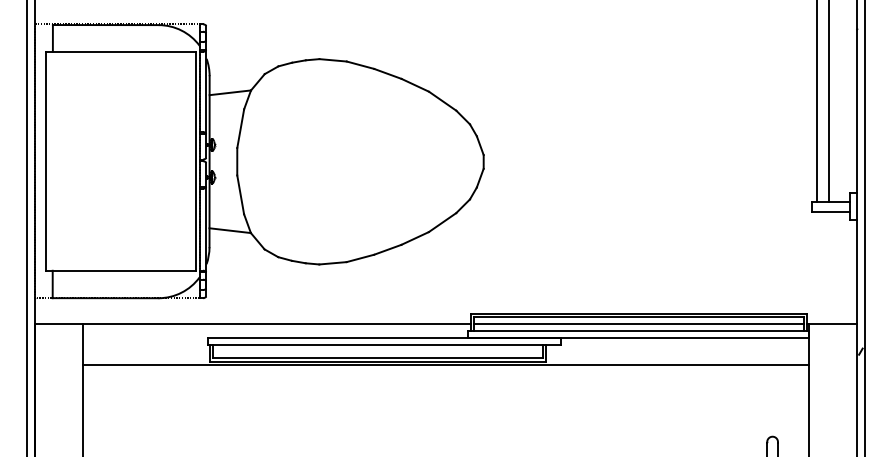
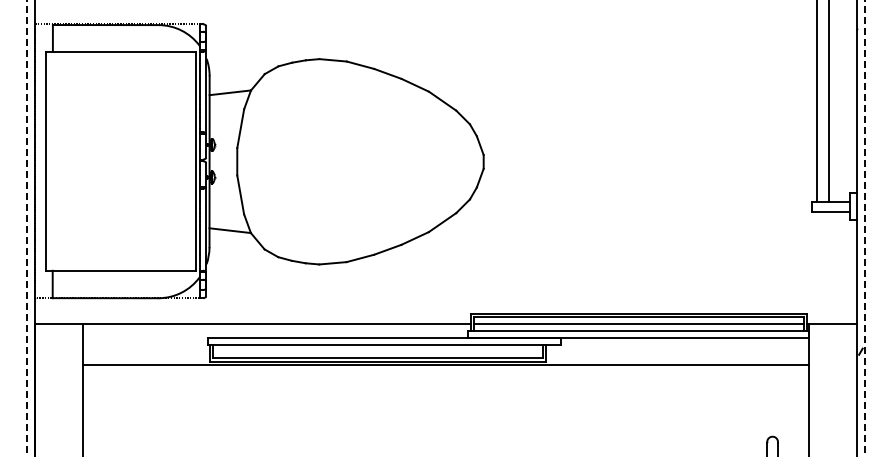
line at (26, 229): solid -> dashed
line at (865, 229): solid -> dashed
